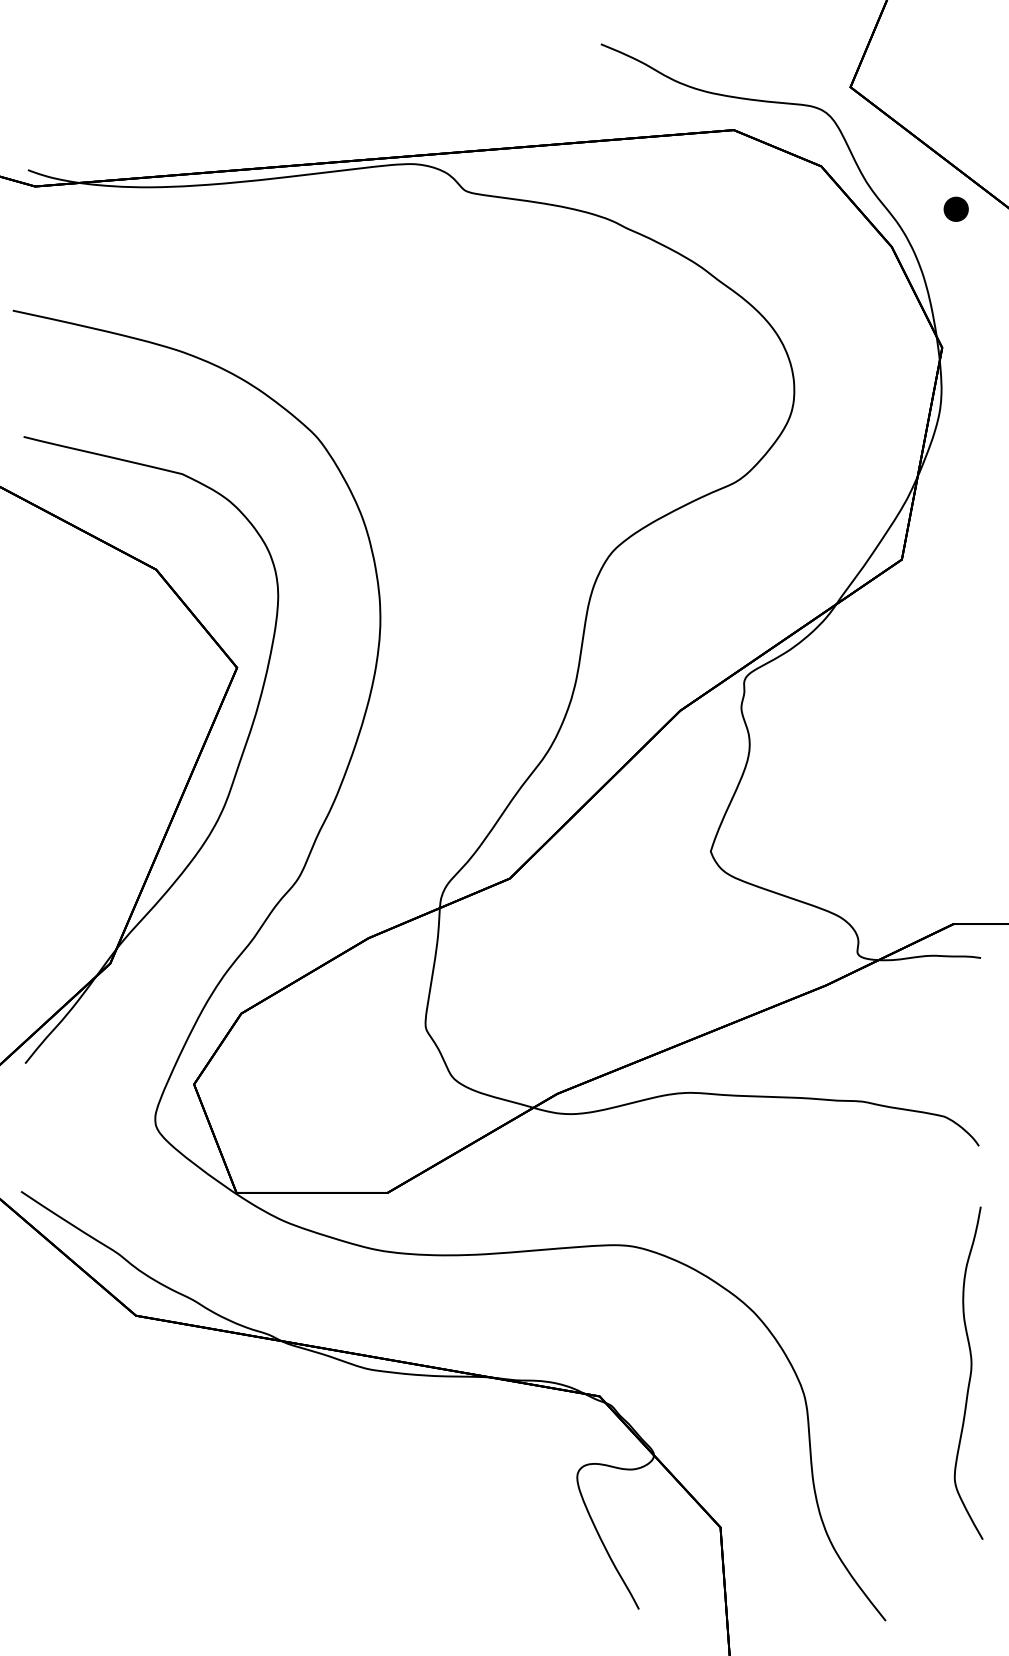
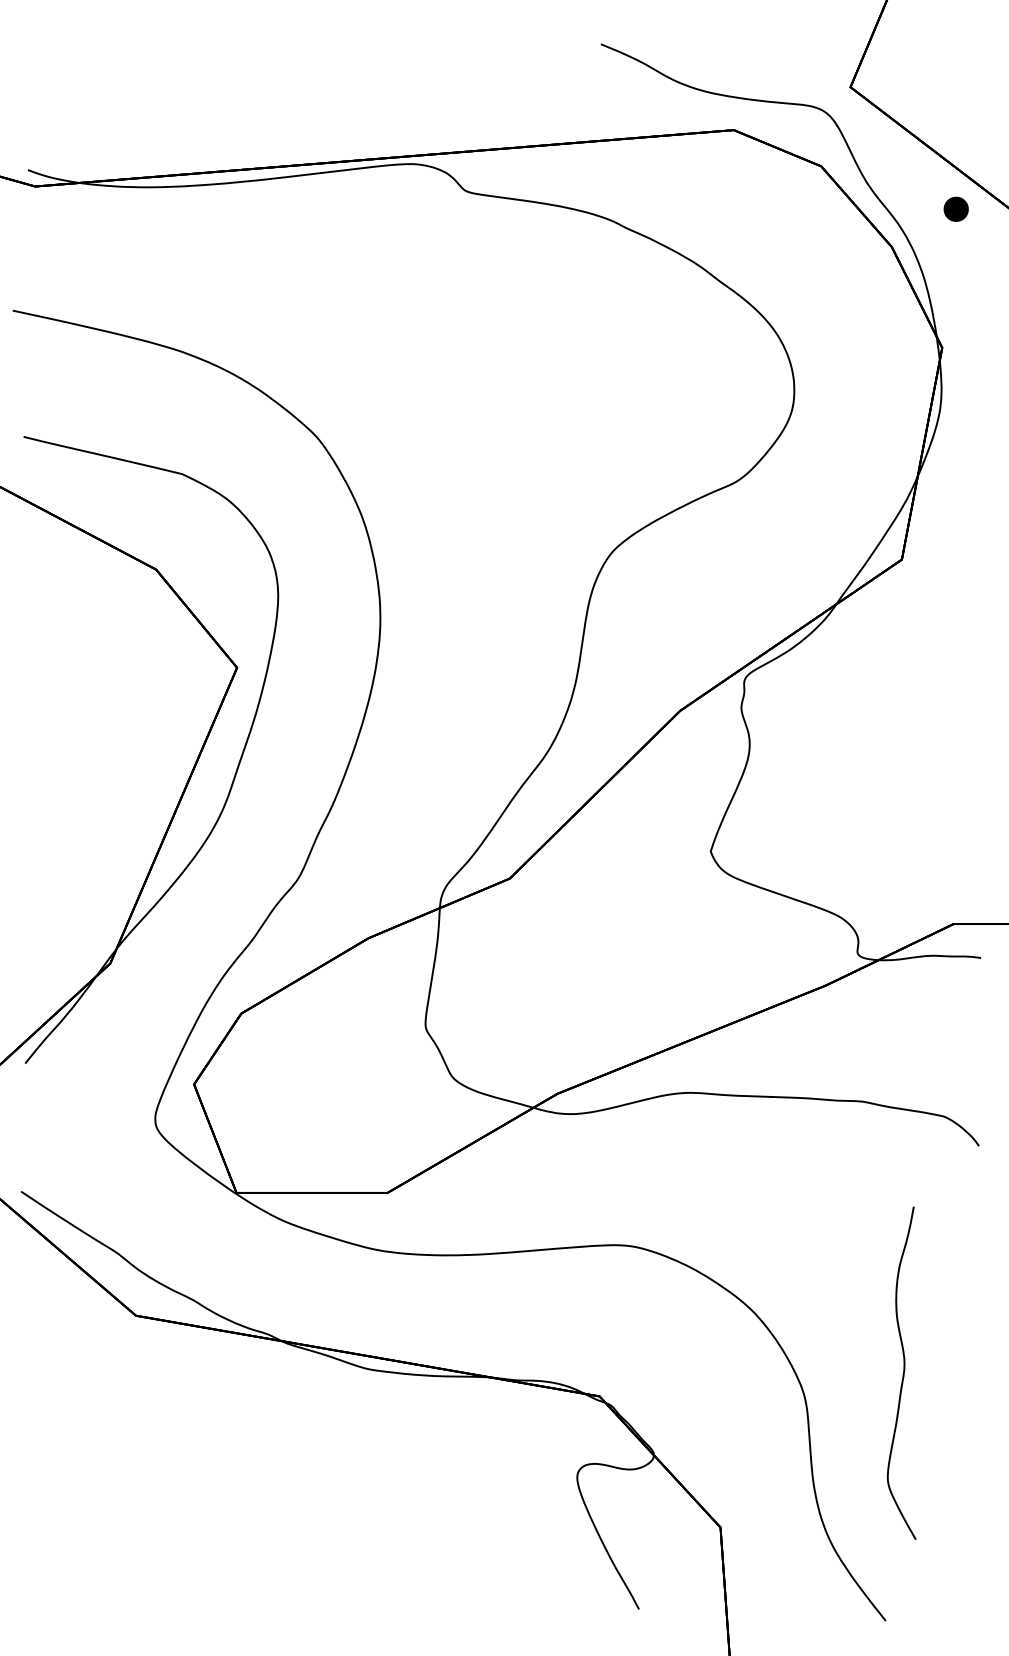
curve at (970, 1372) position: (970, 1372) -> (903, 1372)
